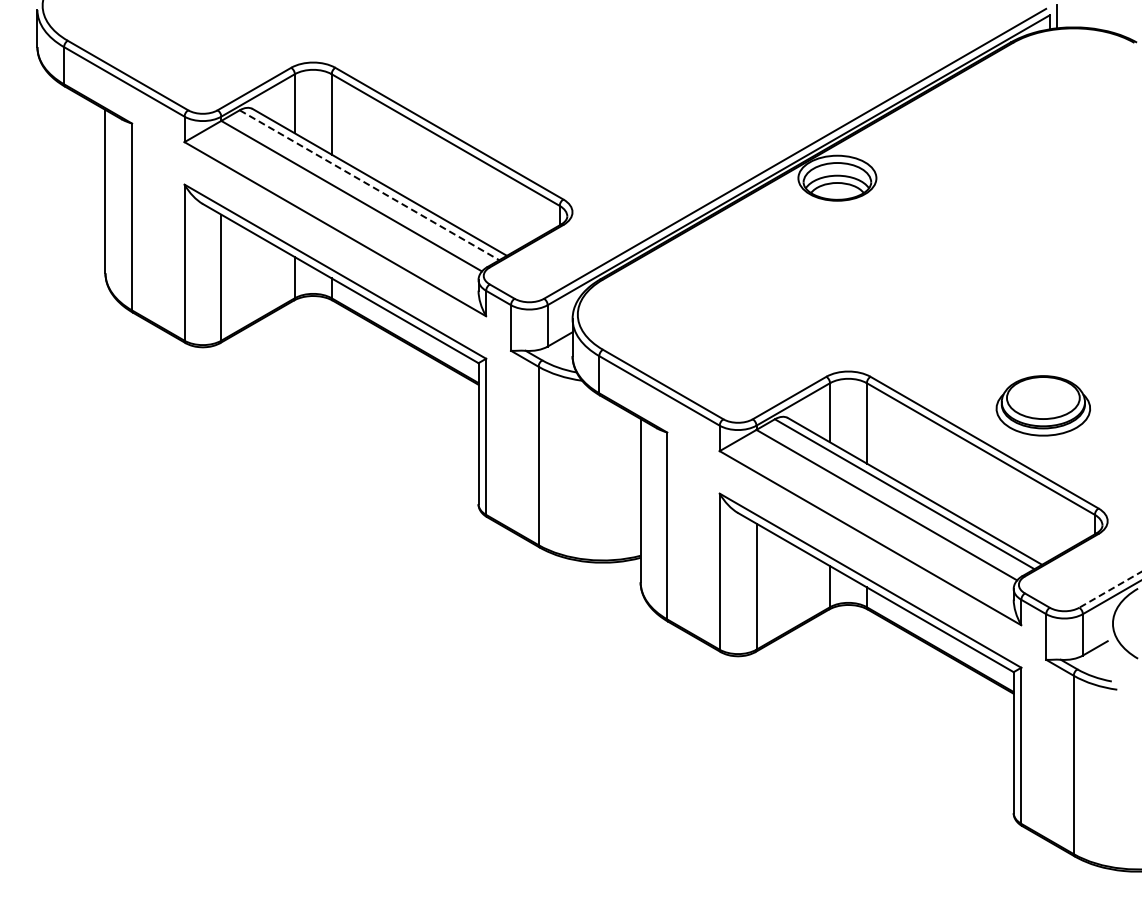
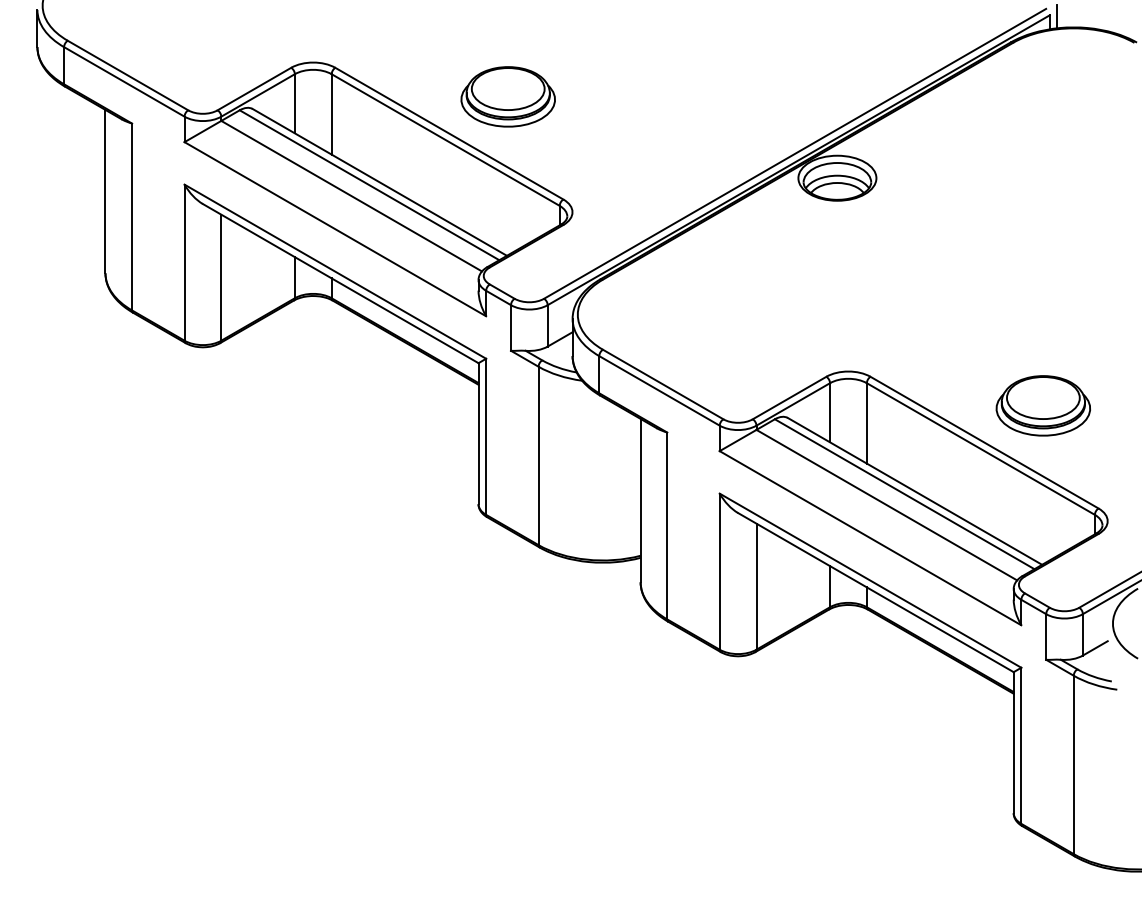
part at (507, 96): none -> present
line at (369, 185): dashed -> solid
line at (1110, 589): dashed -> solid
